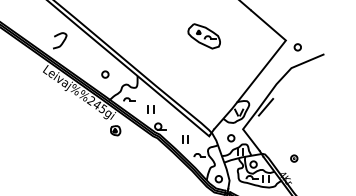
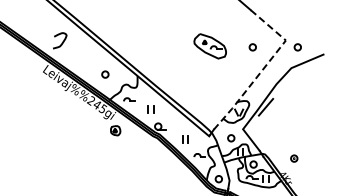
part at (203, 36) position: (203, 36) -> (209, 46)
part at (252, 47): none -> present
line at (264, 67): solid -> dashed
